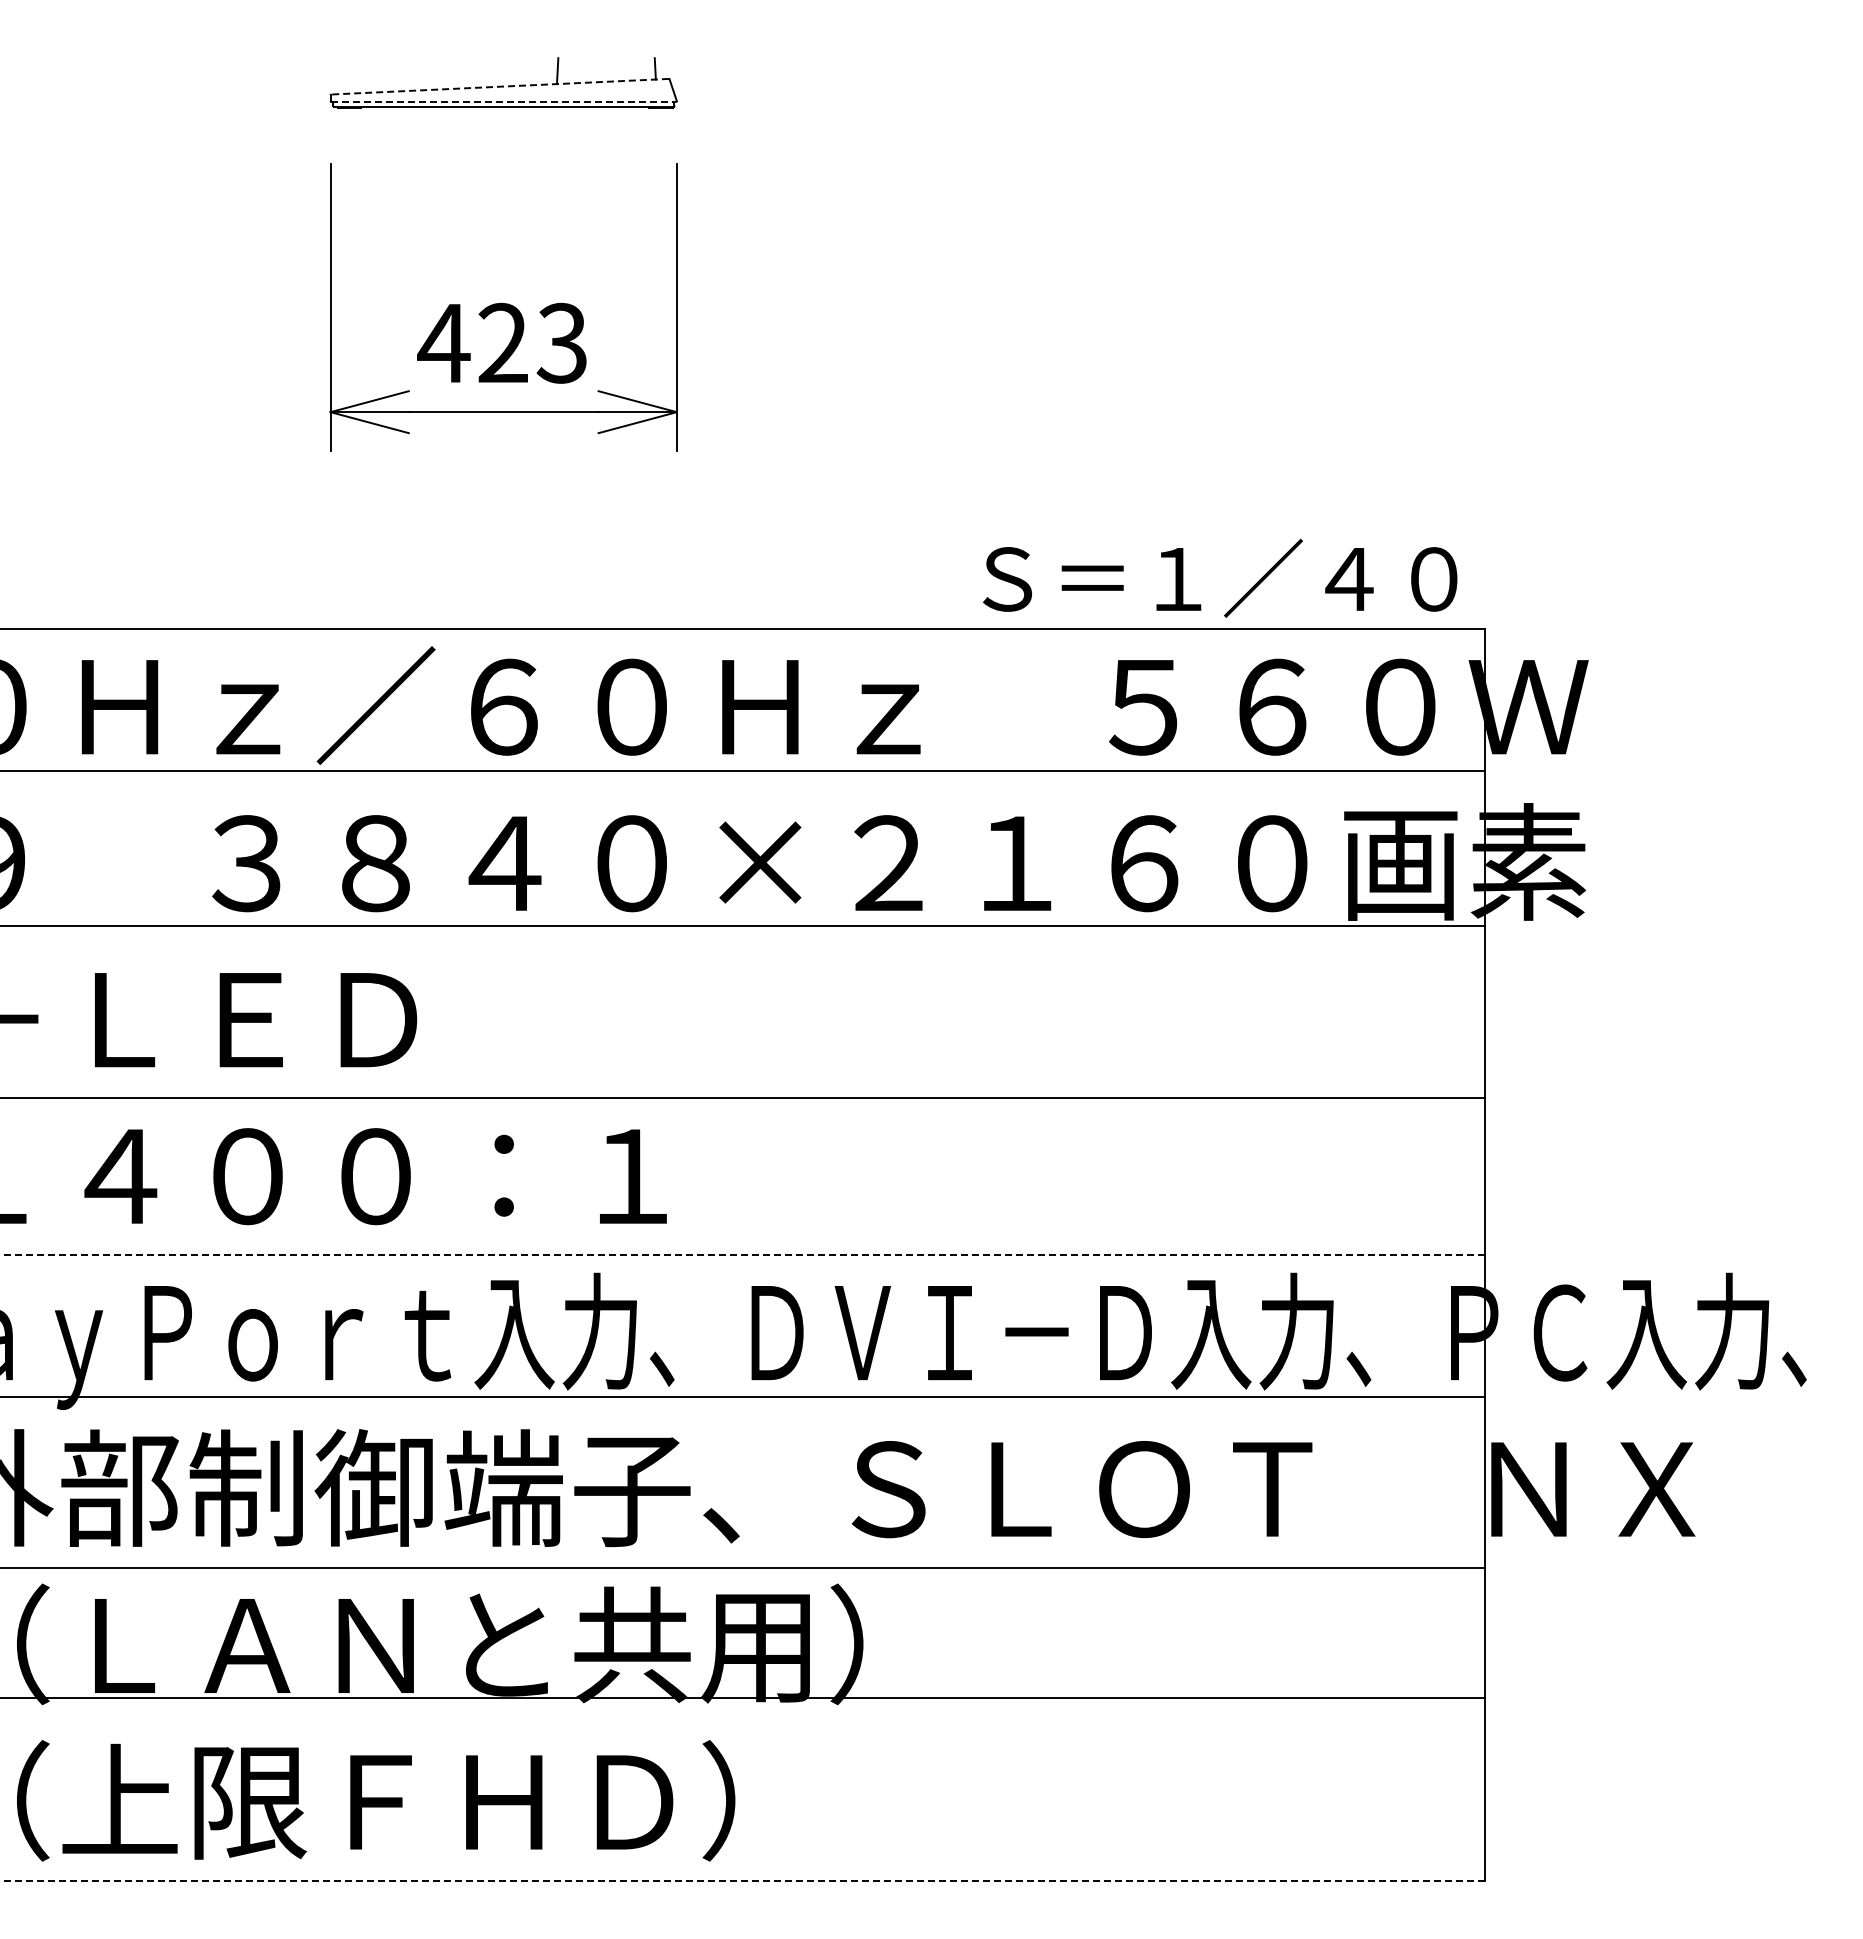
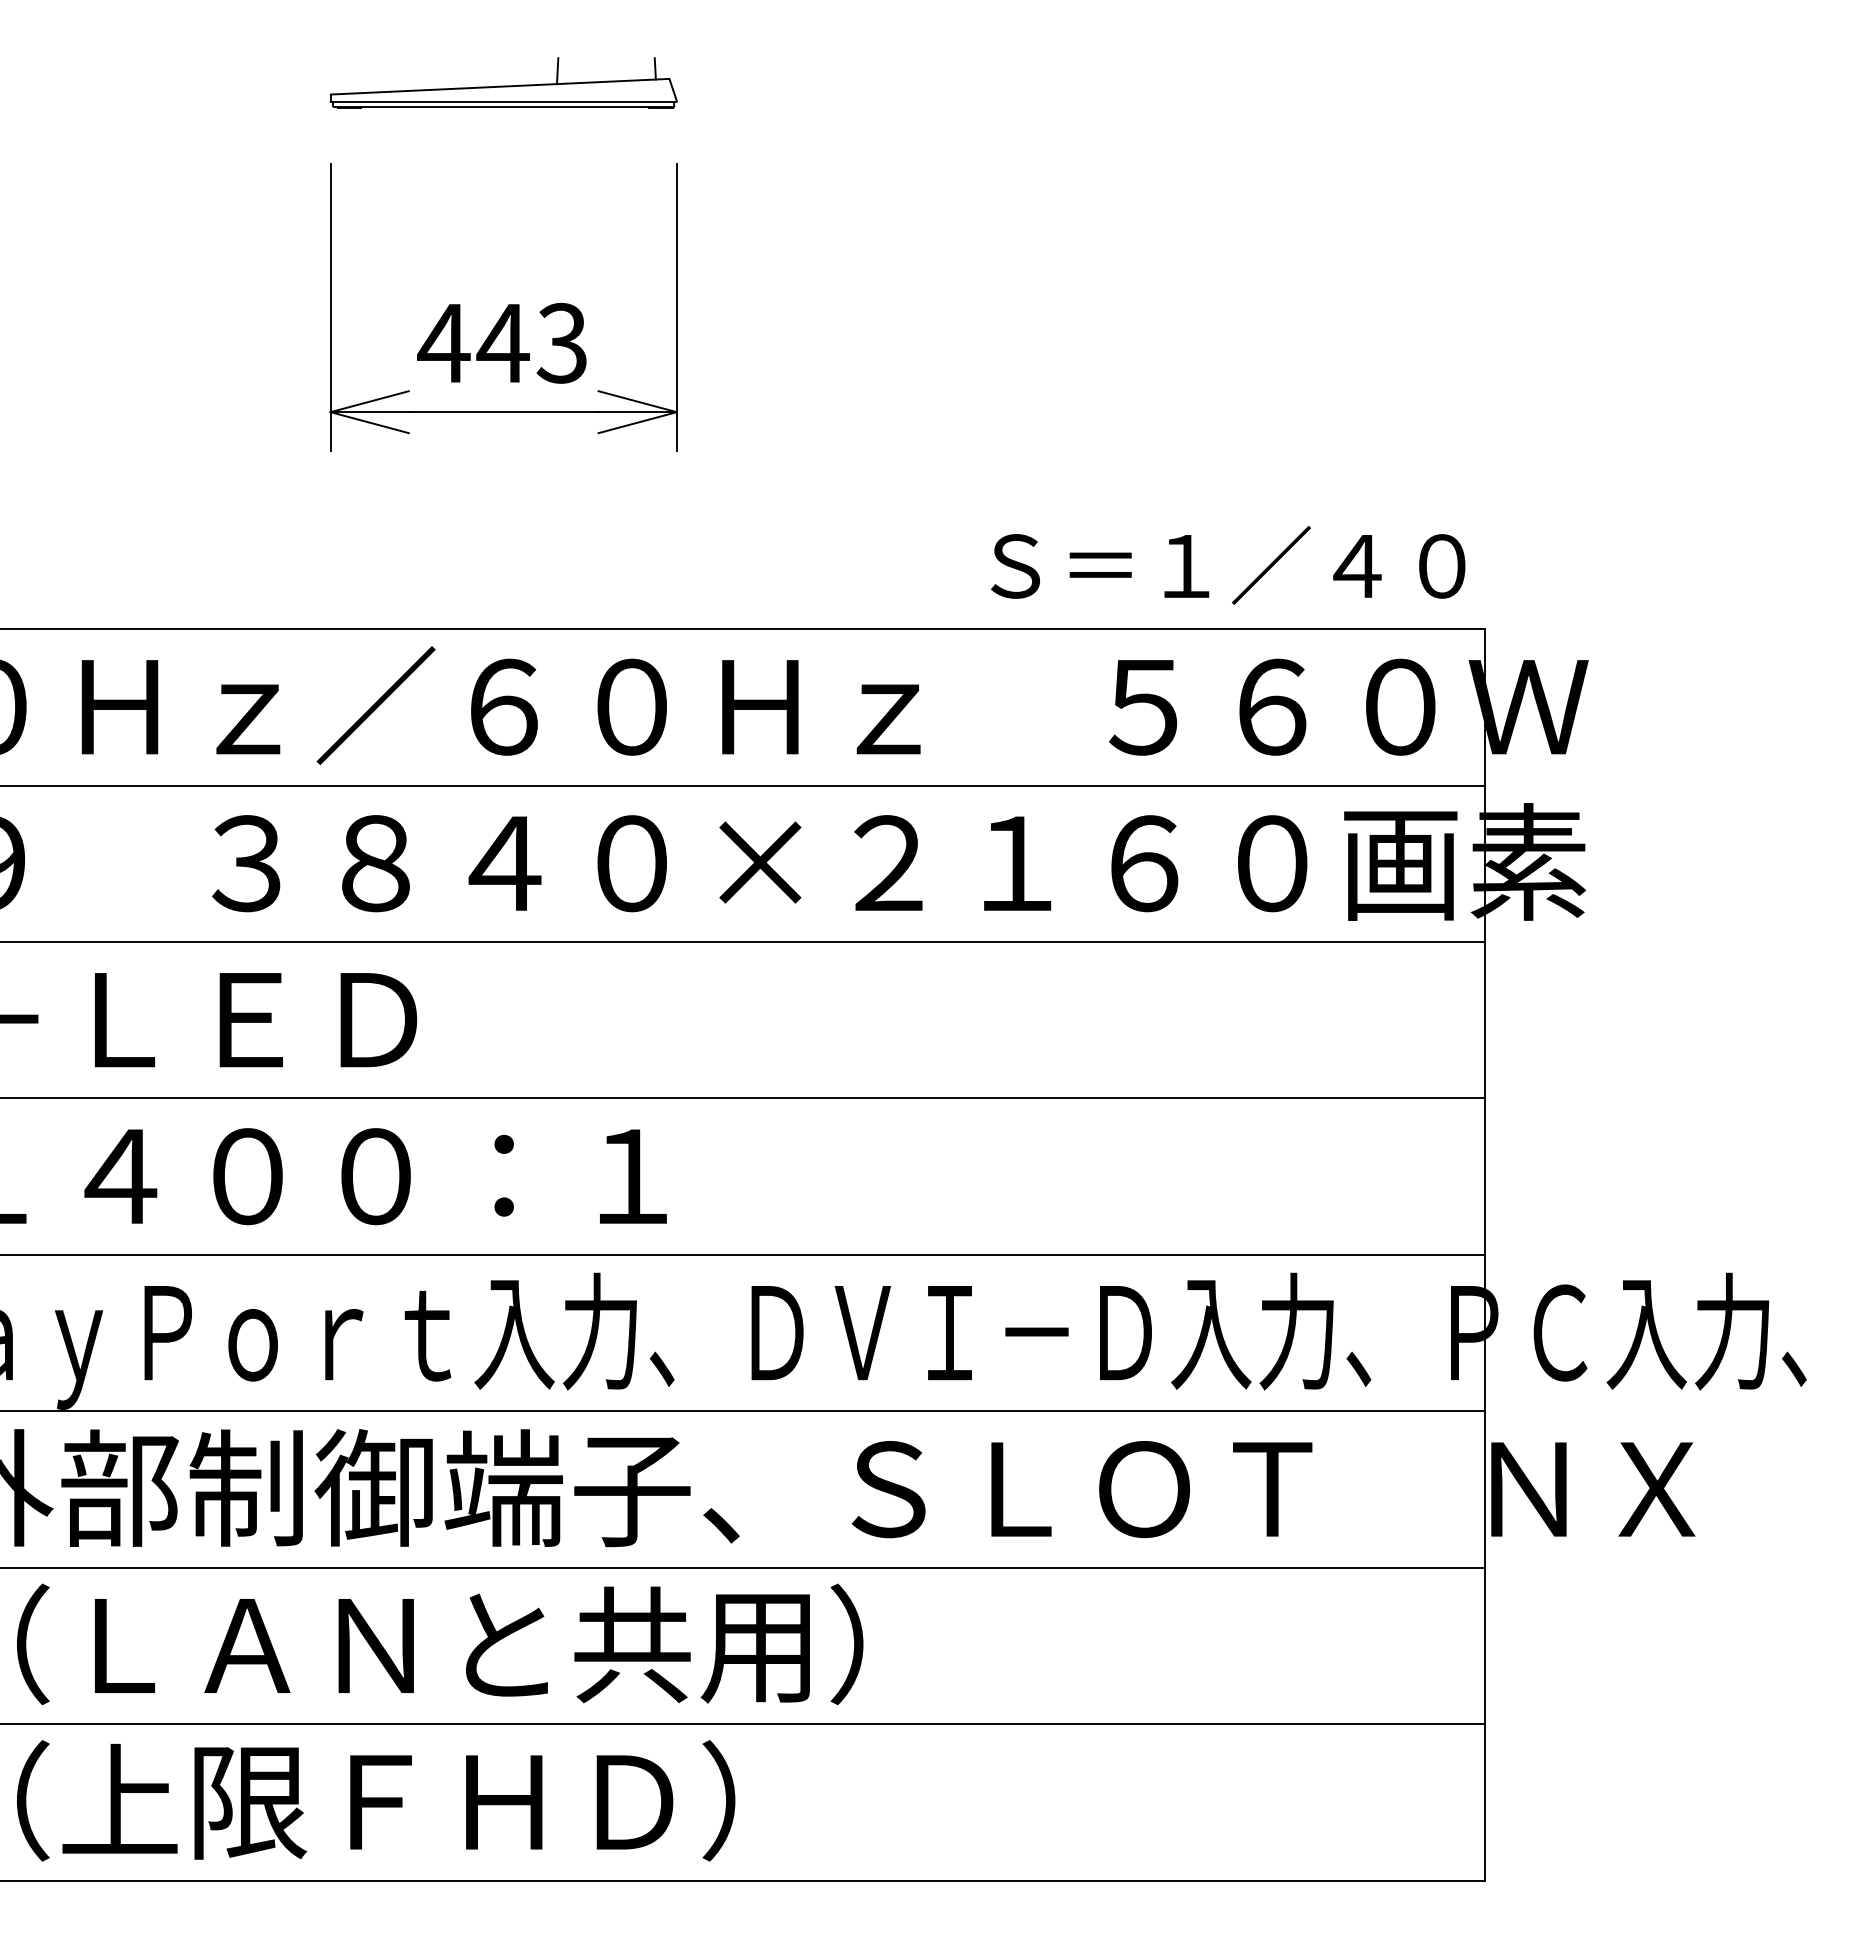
line at (500, 86): dashed -> solid
line at (504, 102): dashed -> solid
text at (502, 342): 423 -> 443
text at (1220, 577) position: (1220, 577) -> (1228, 564)
line at (743, 770) position: (743, 770) -> (743, 785)
line at (743, 926) position: (743, 926) -> (743, 942)
line at (743, 1254): dashed -> solid
line at (743, 1397) position: (743, 1397) -> (743, 1411)
line at (743, 1698) position: (743, 1698) -> (743, 1724)
line at (743, 1880): dashed -> solid
